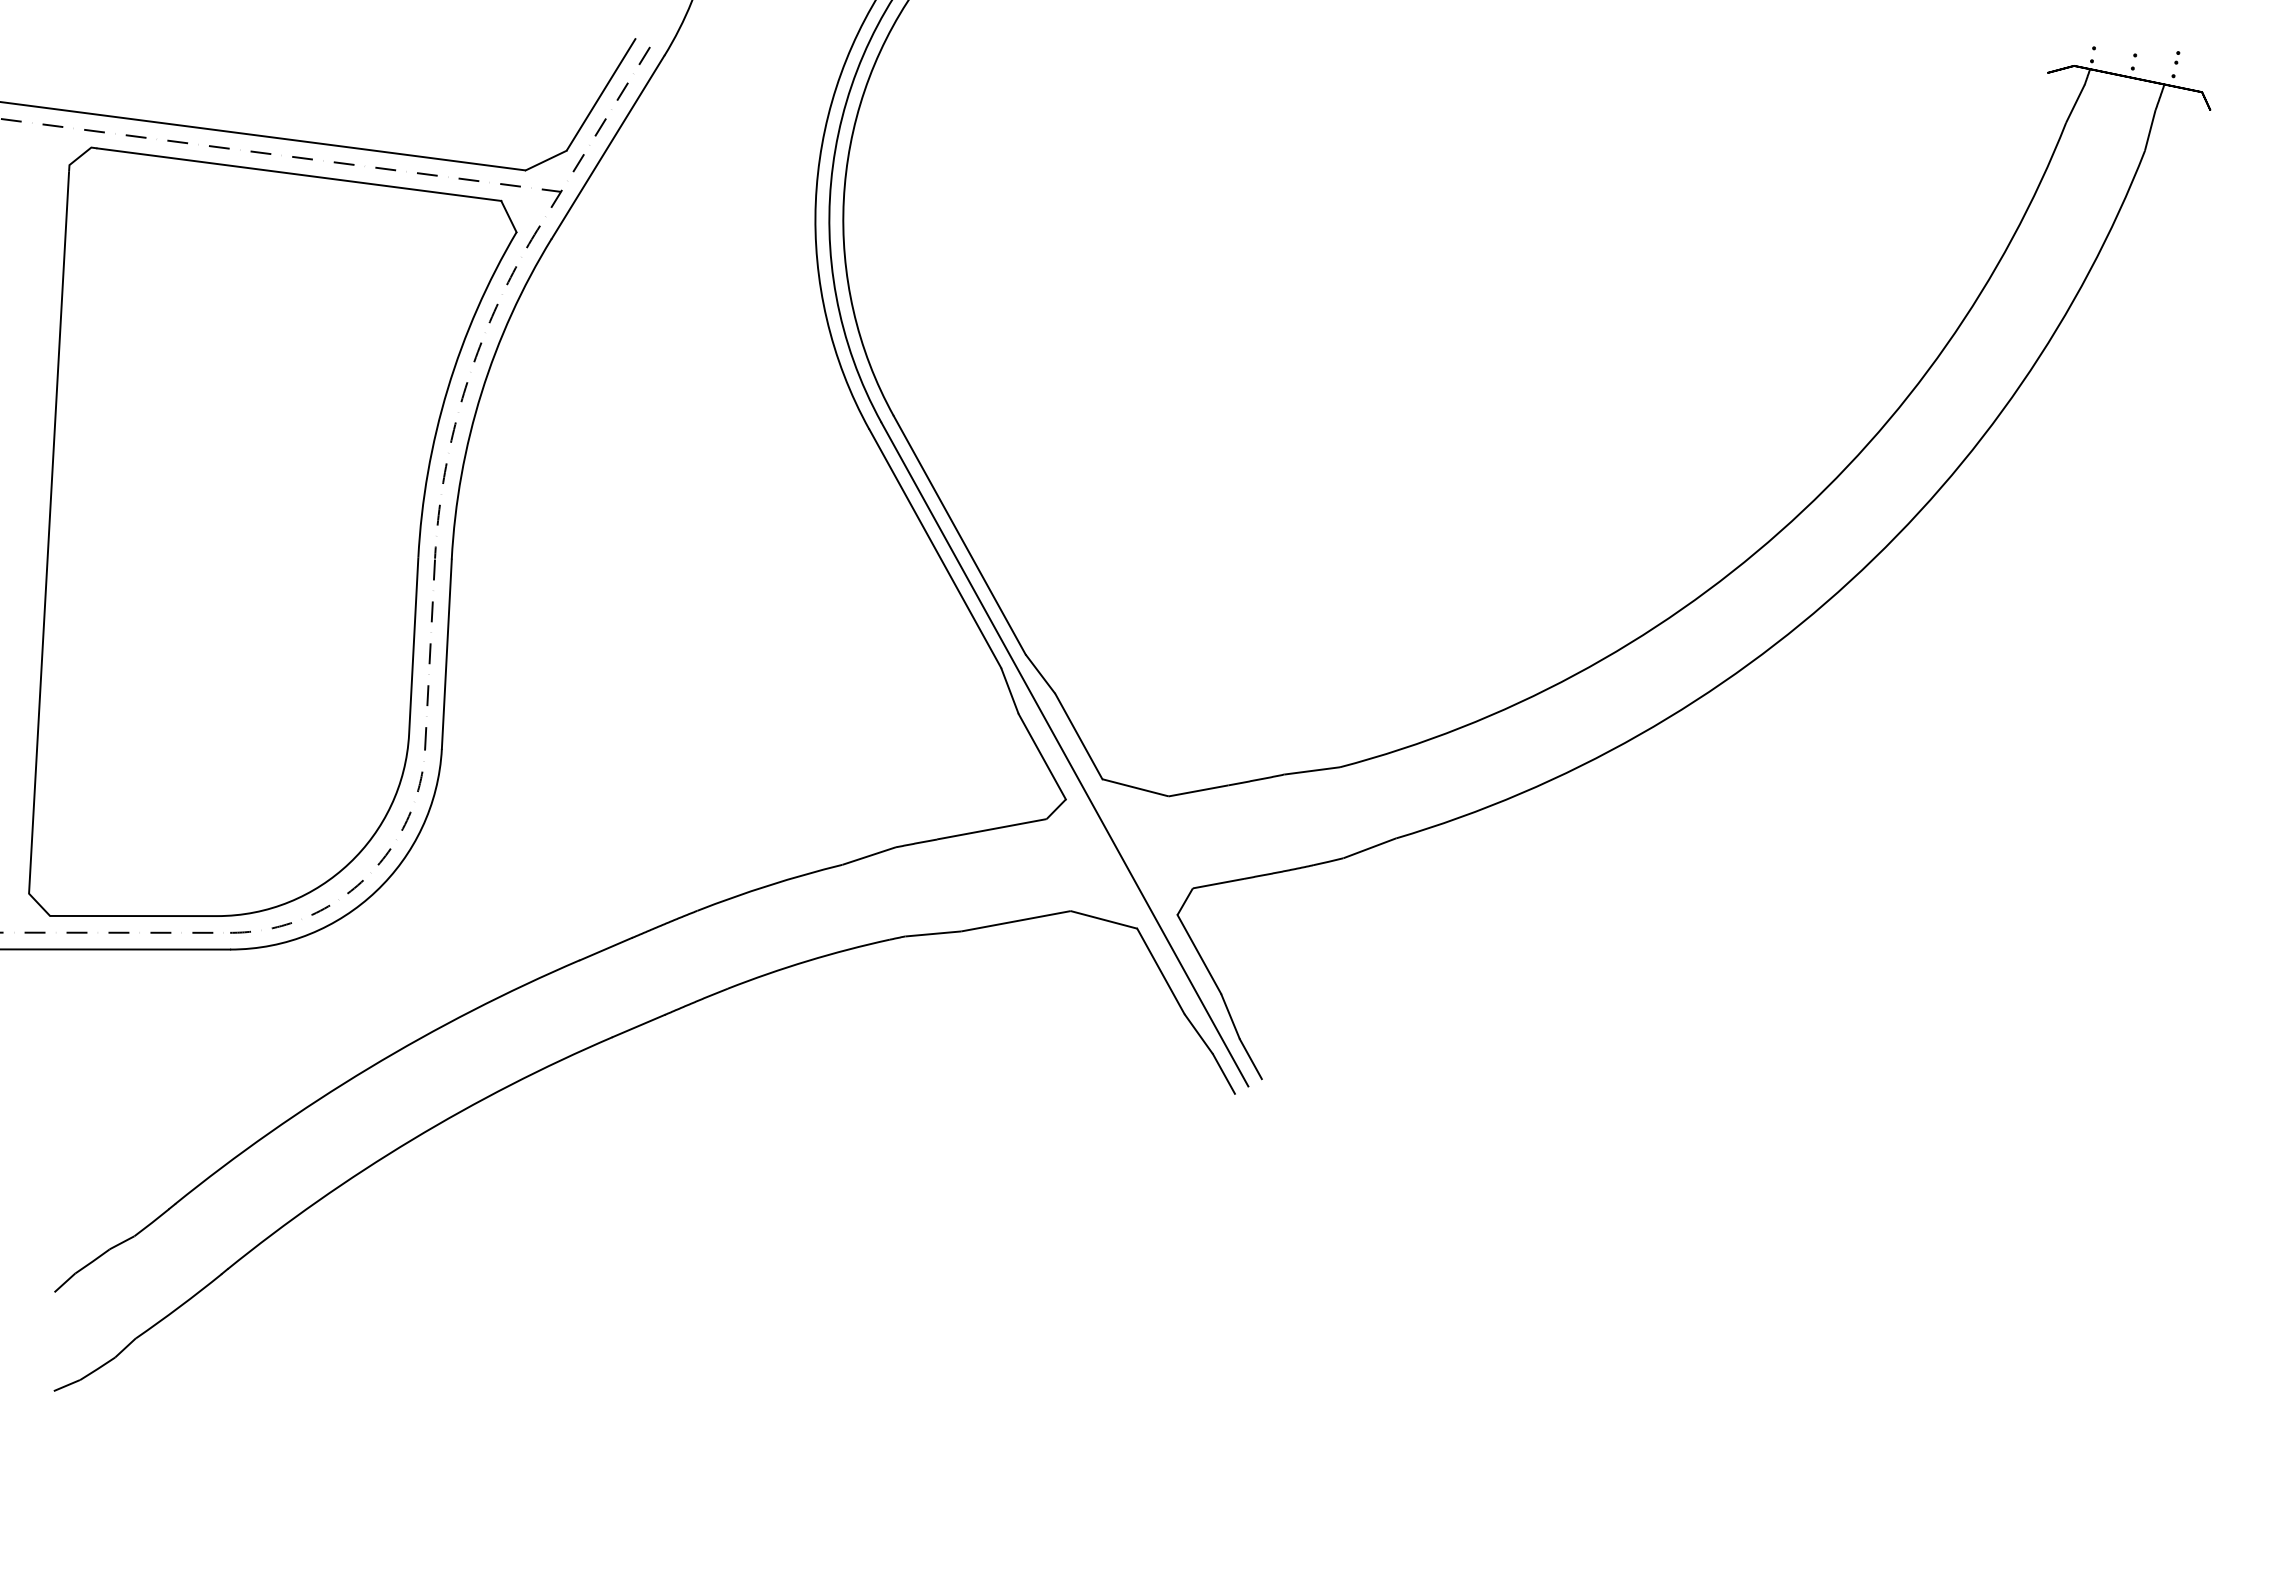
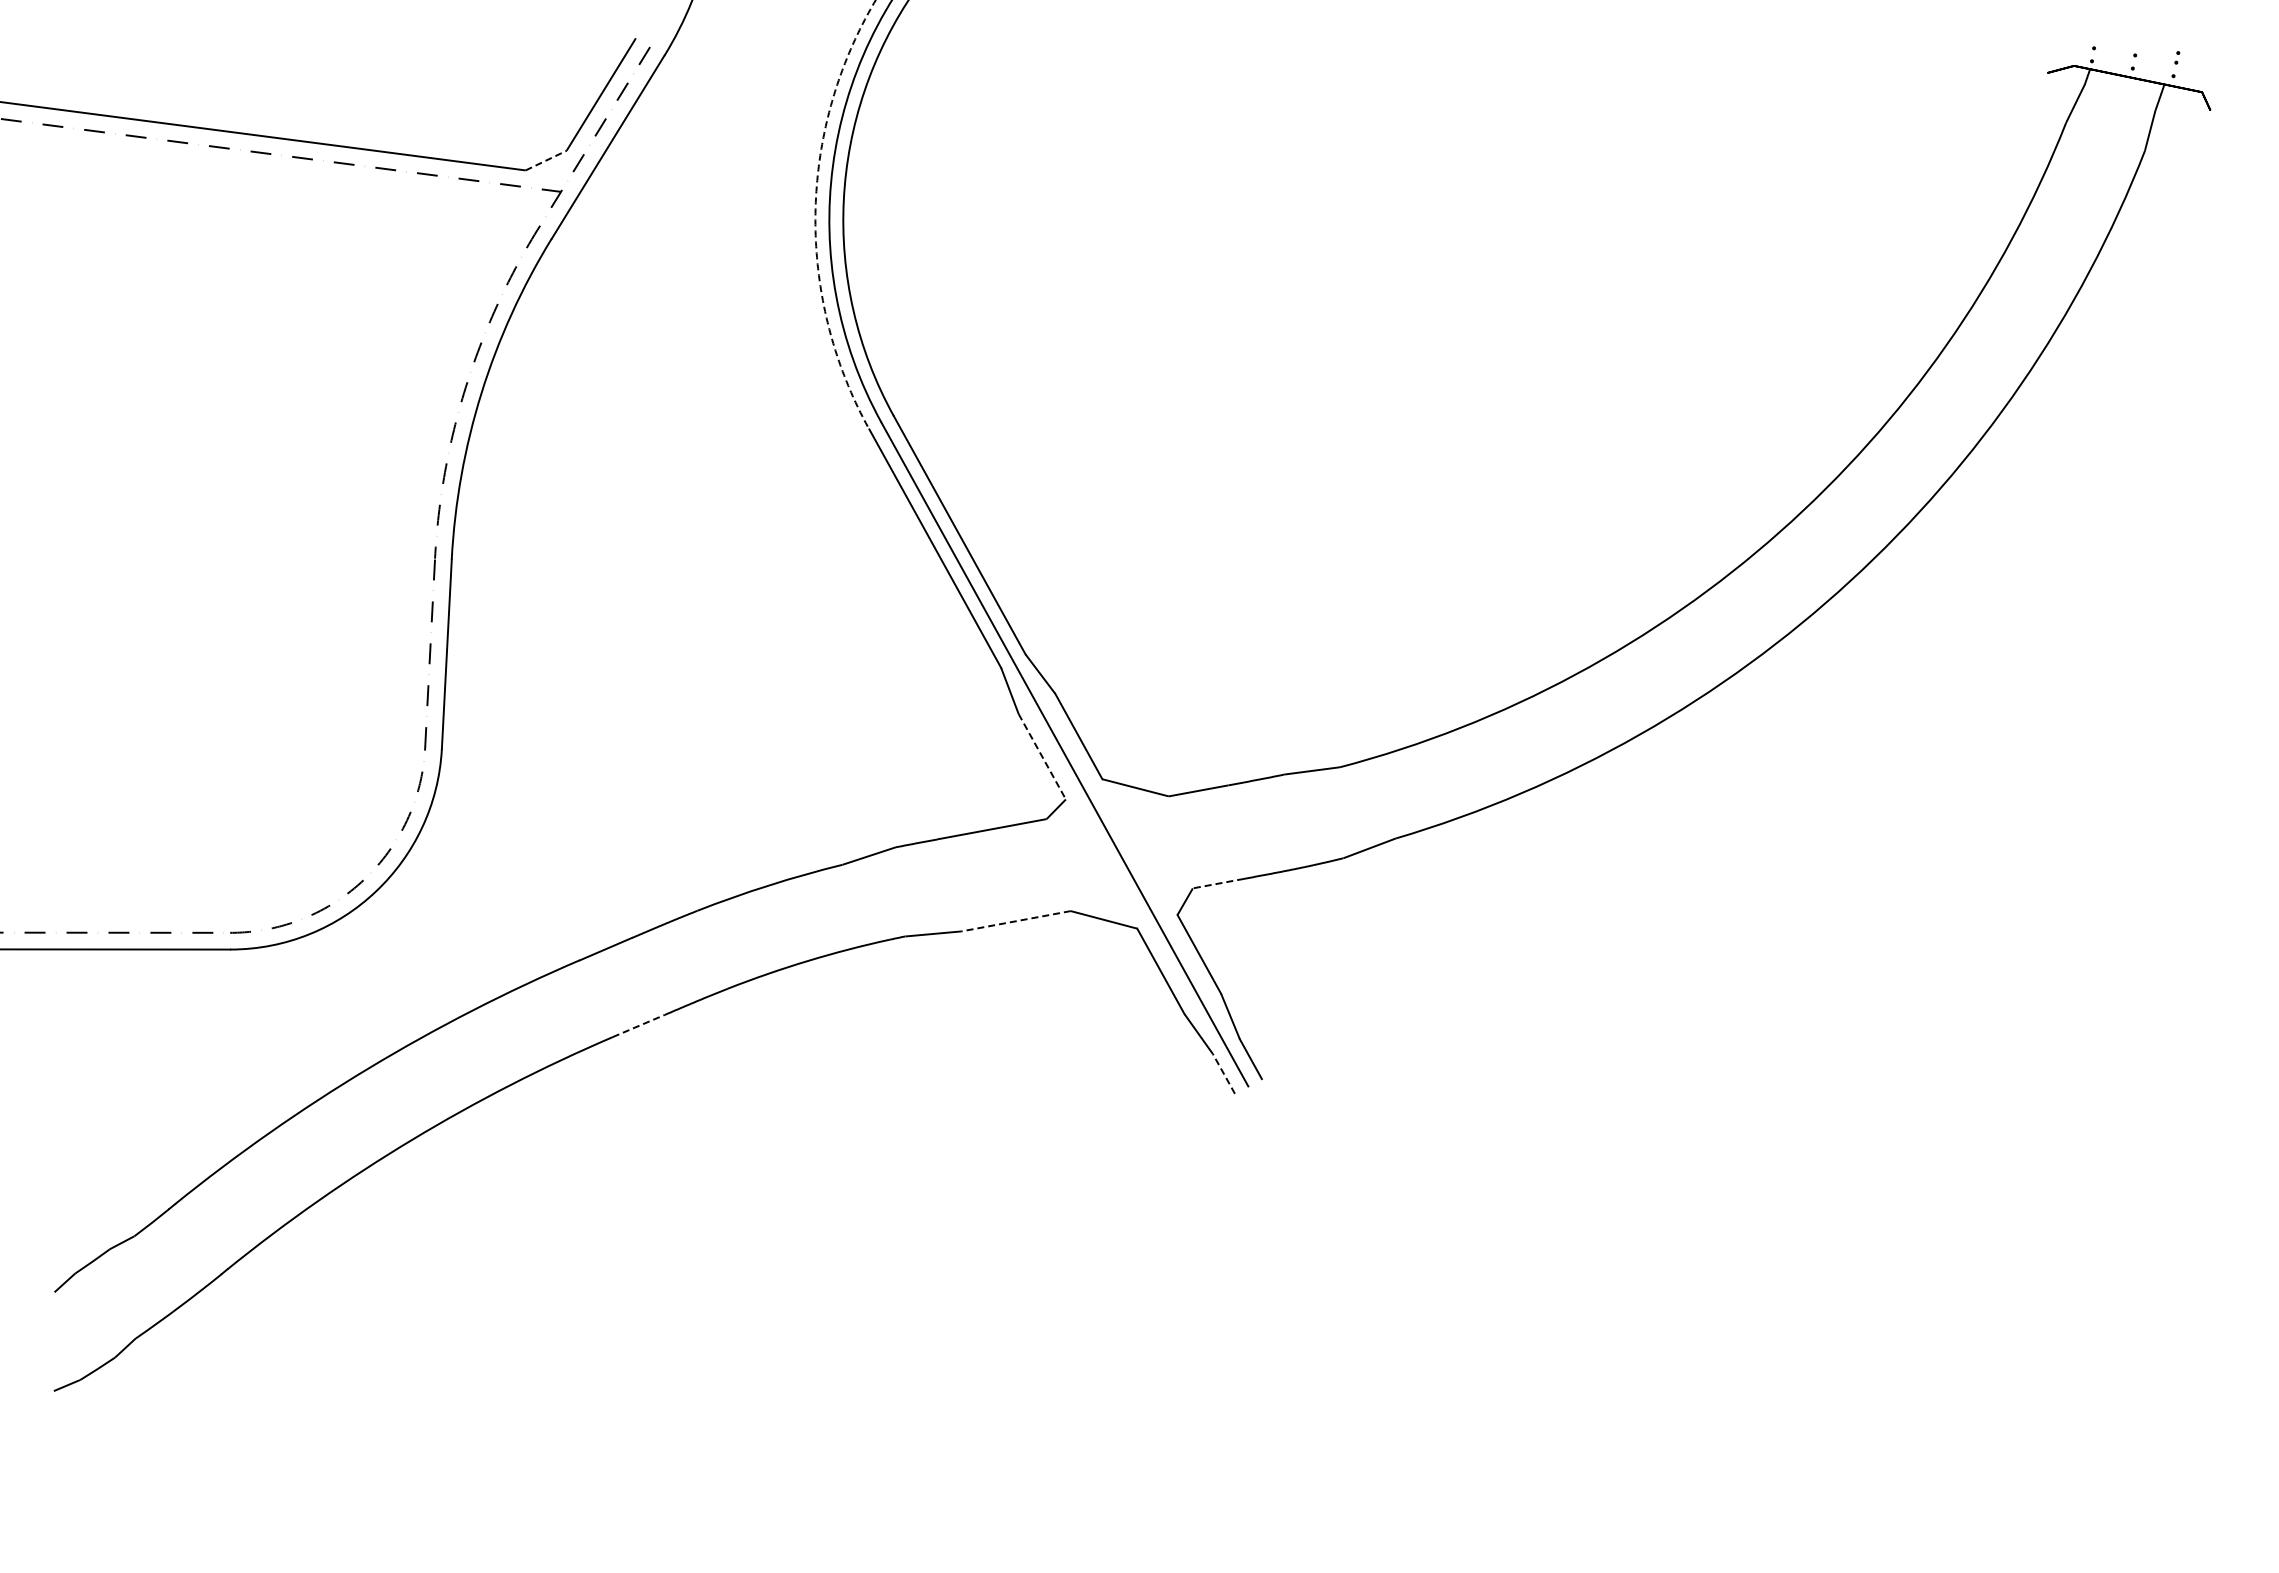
line at (546, 160): solid -> dashed
arc at (815, 215): solid -> dashed
part at (272, 531): present -> none
line at (1042, 756): solid -> dashed
line at (1217, 883): solid -> dashed
line at (1016, 921): solid -> dashed
line at (639, 1025): solid -> dashed
line at (1223, 1073): solid -> dashed
